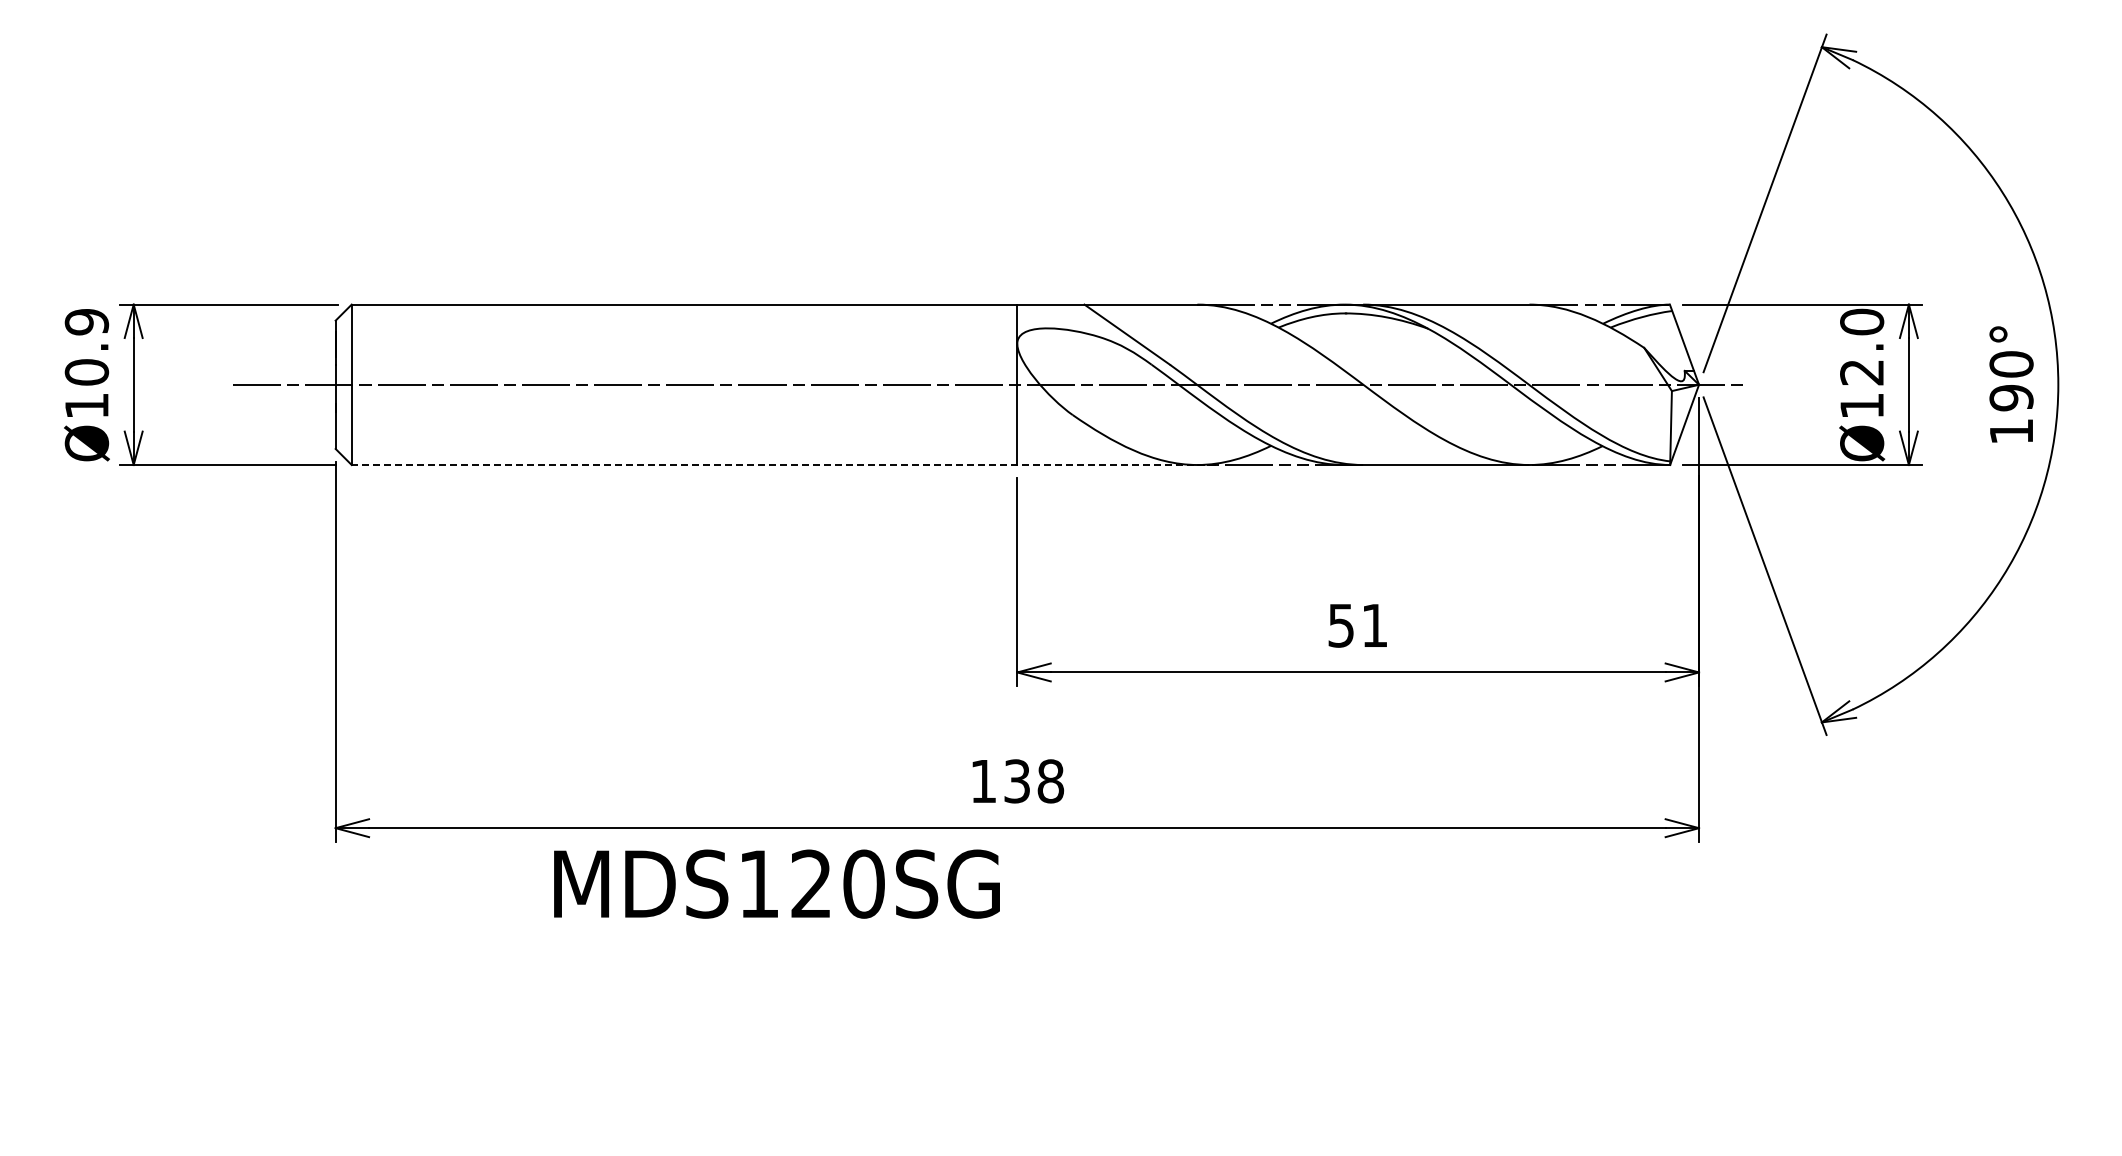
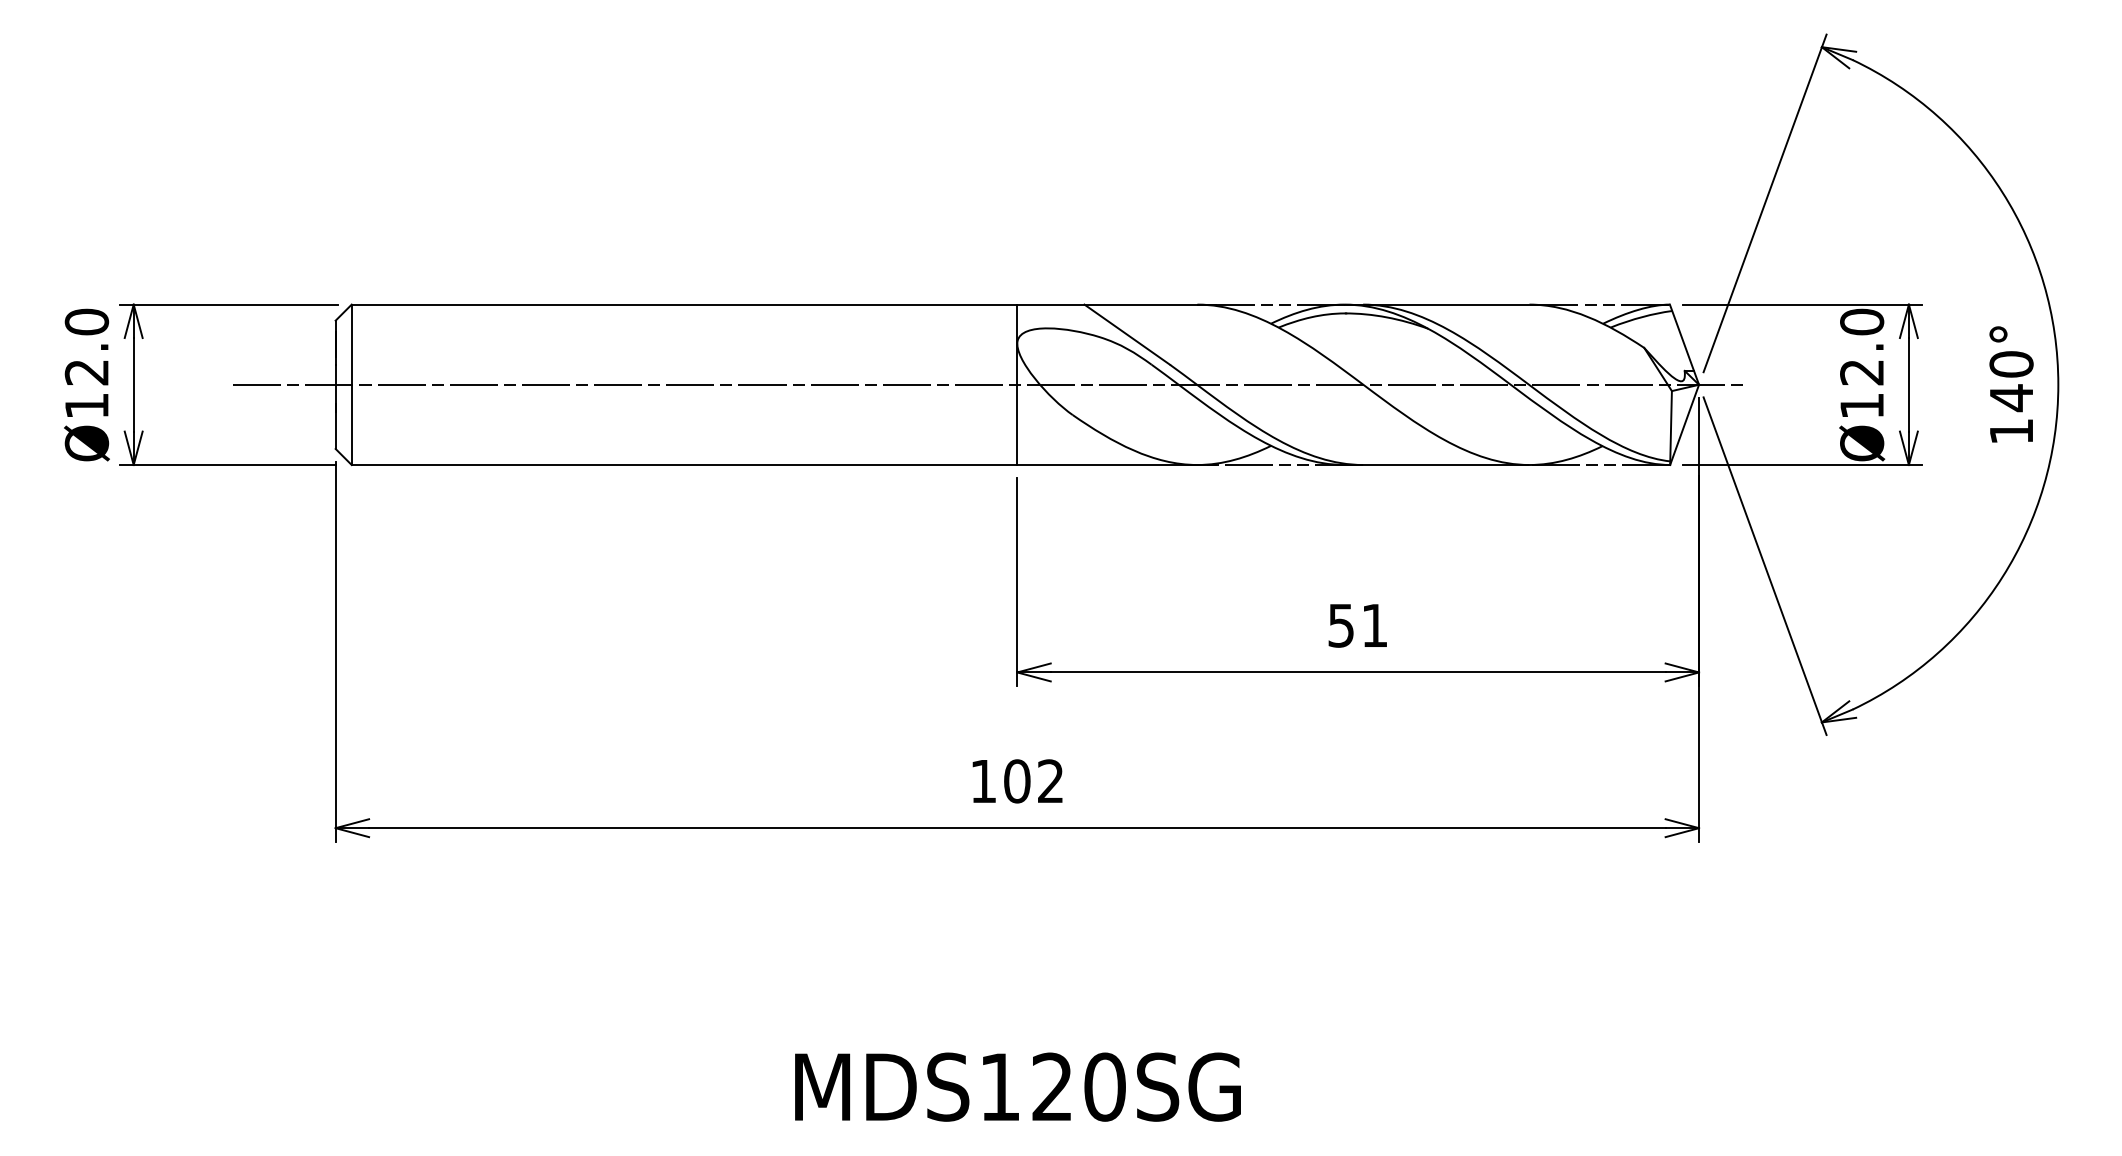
text at (86, 346): Ø10.9 -> Ø12.0
text at (2011, 398): 190° -> 140°
line at (783, 465): dashed -> solid
text at (1034, 781): 138 -> 102
text at (776, 883) position: (776, 883) -> (1017, 1086)
